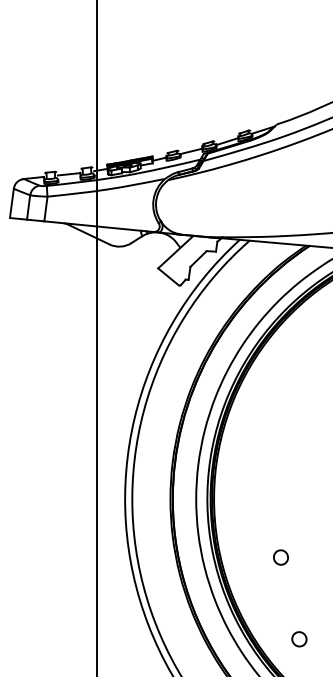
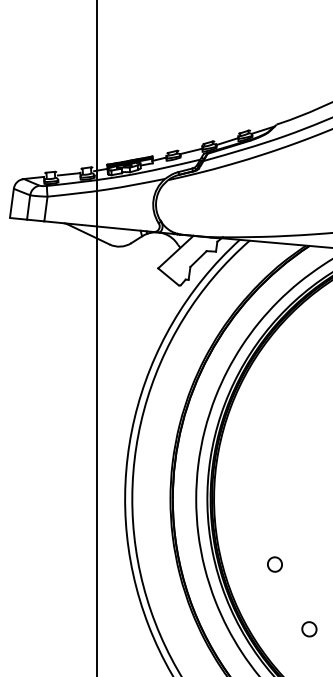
part at (280, 557) position: (280, 557) -> (274, 564)
part at (299, 639) position: (299, 639) -> (309, 629)
